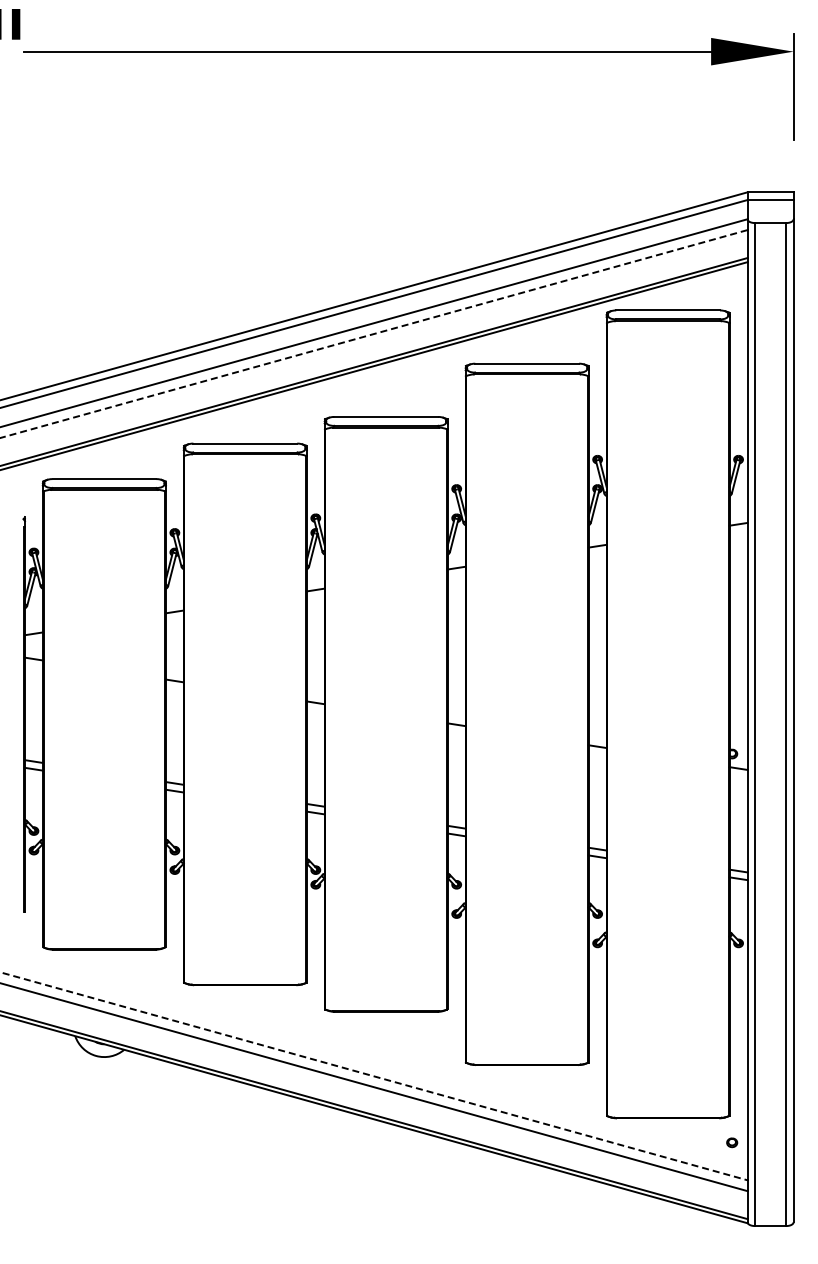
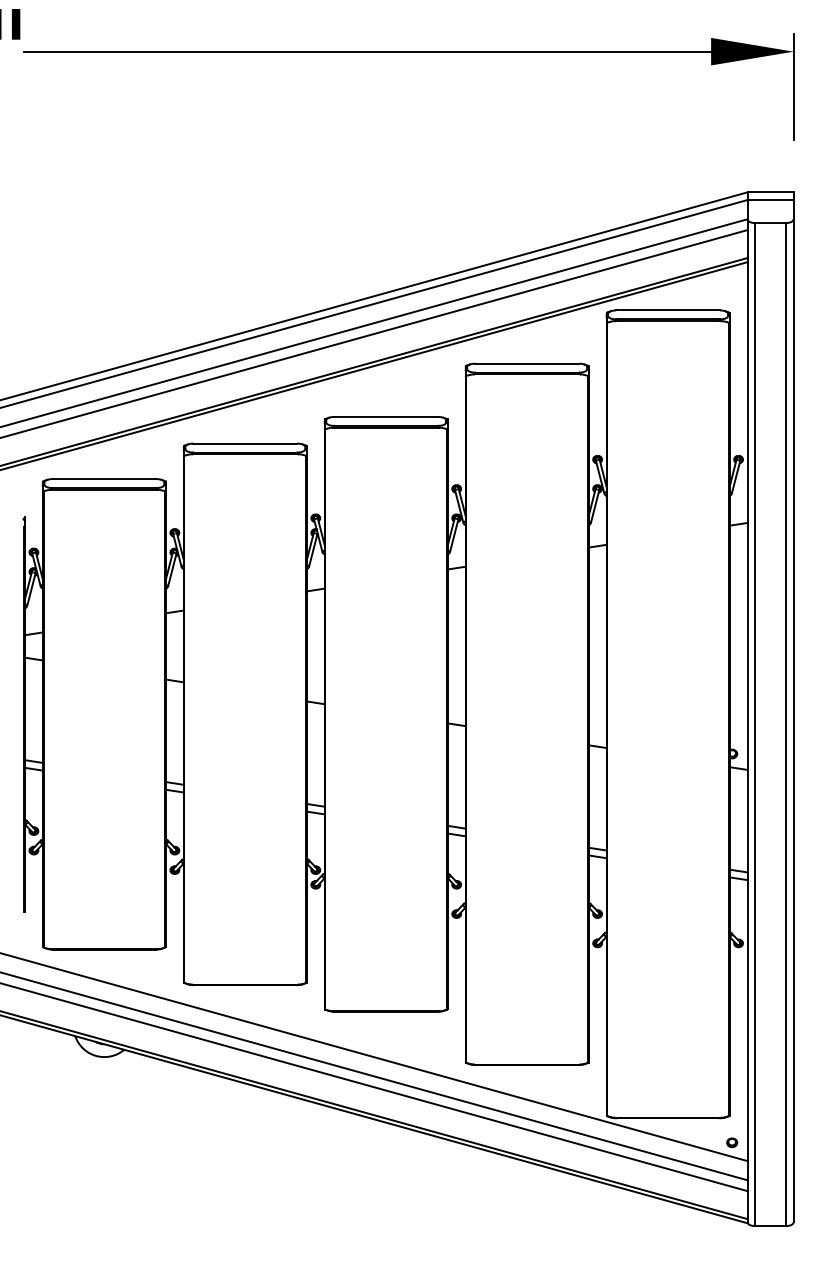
line at (374, 334): dashed -> solid
line at (374, 1057): none -> present
line at (374, 1076): dashed -> solid
